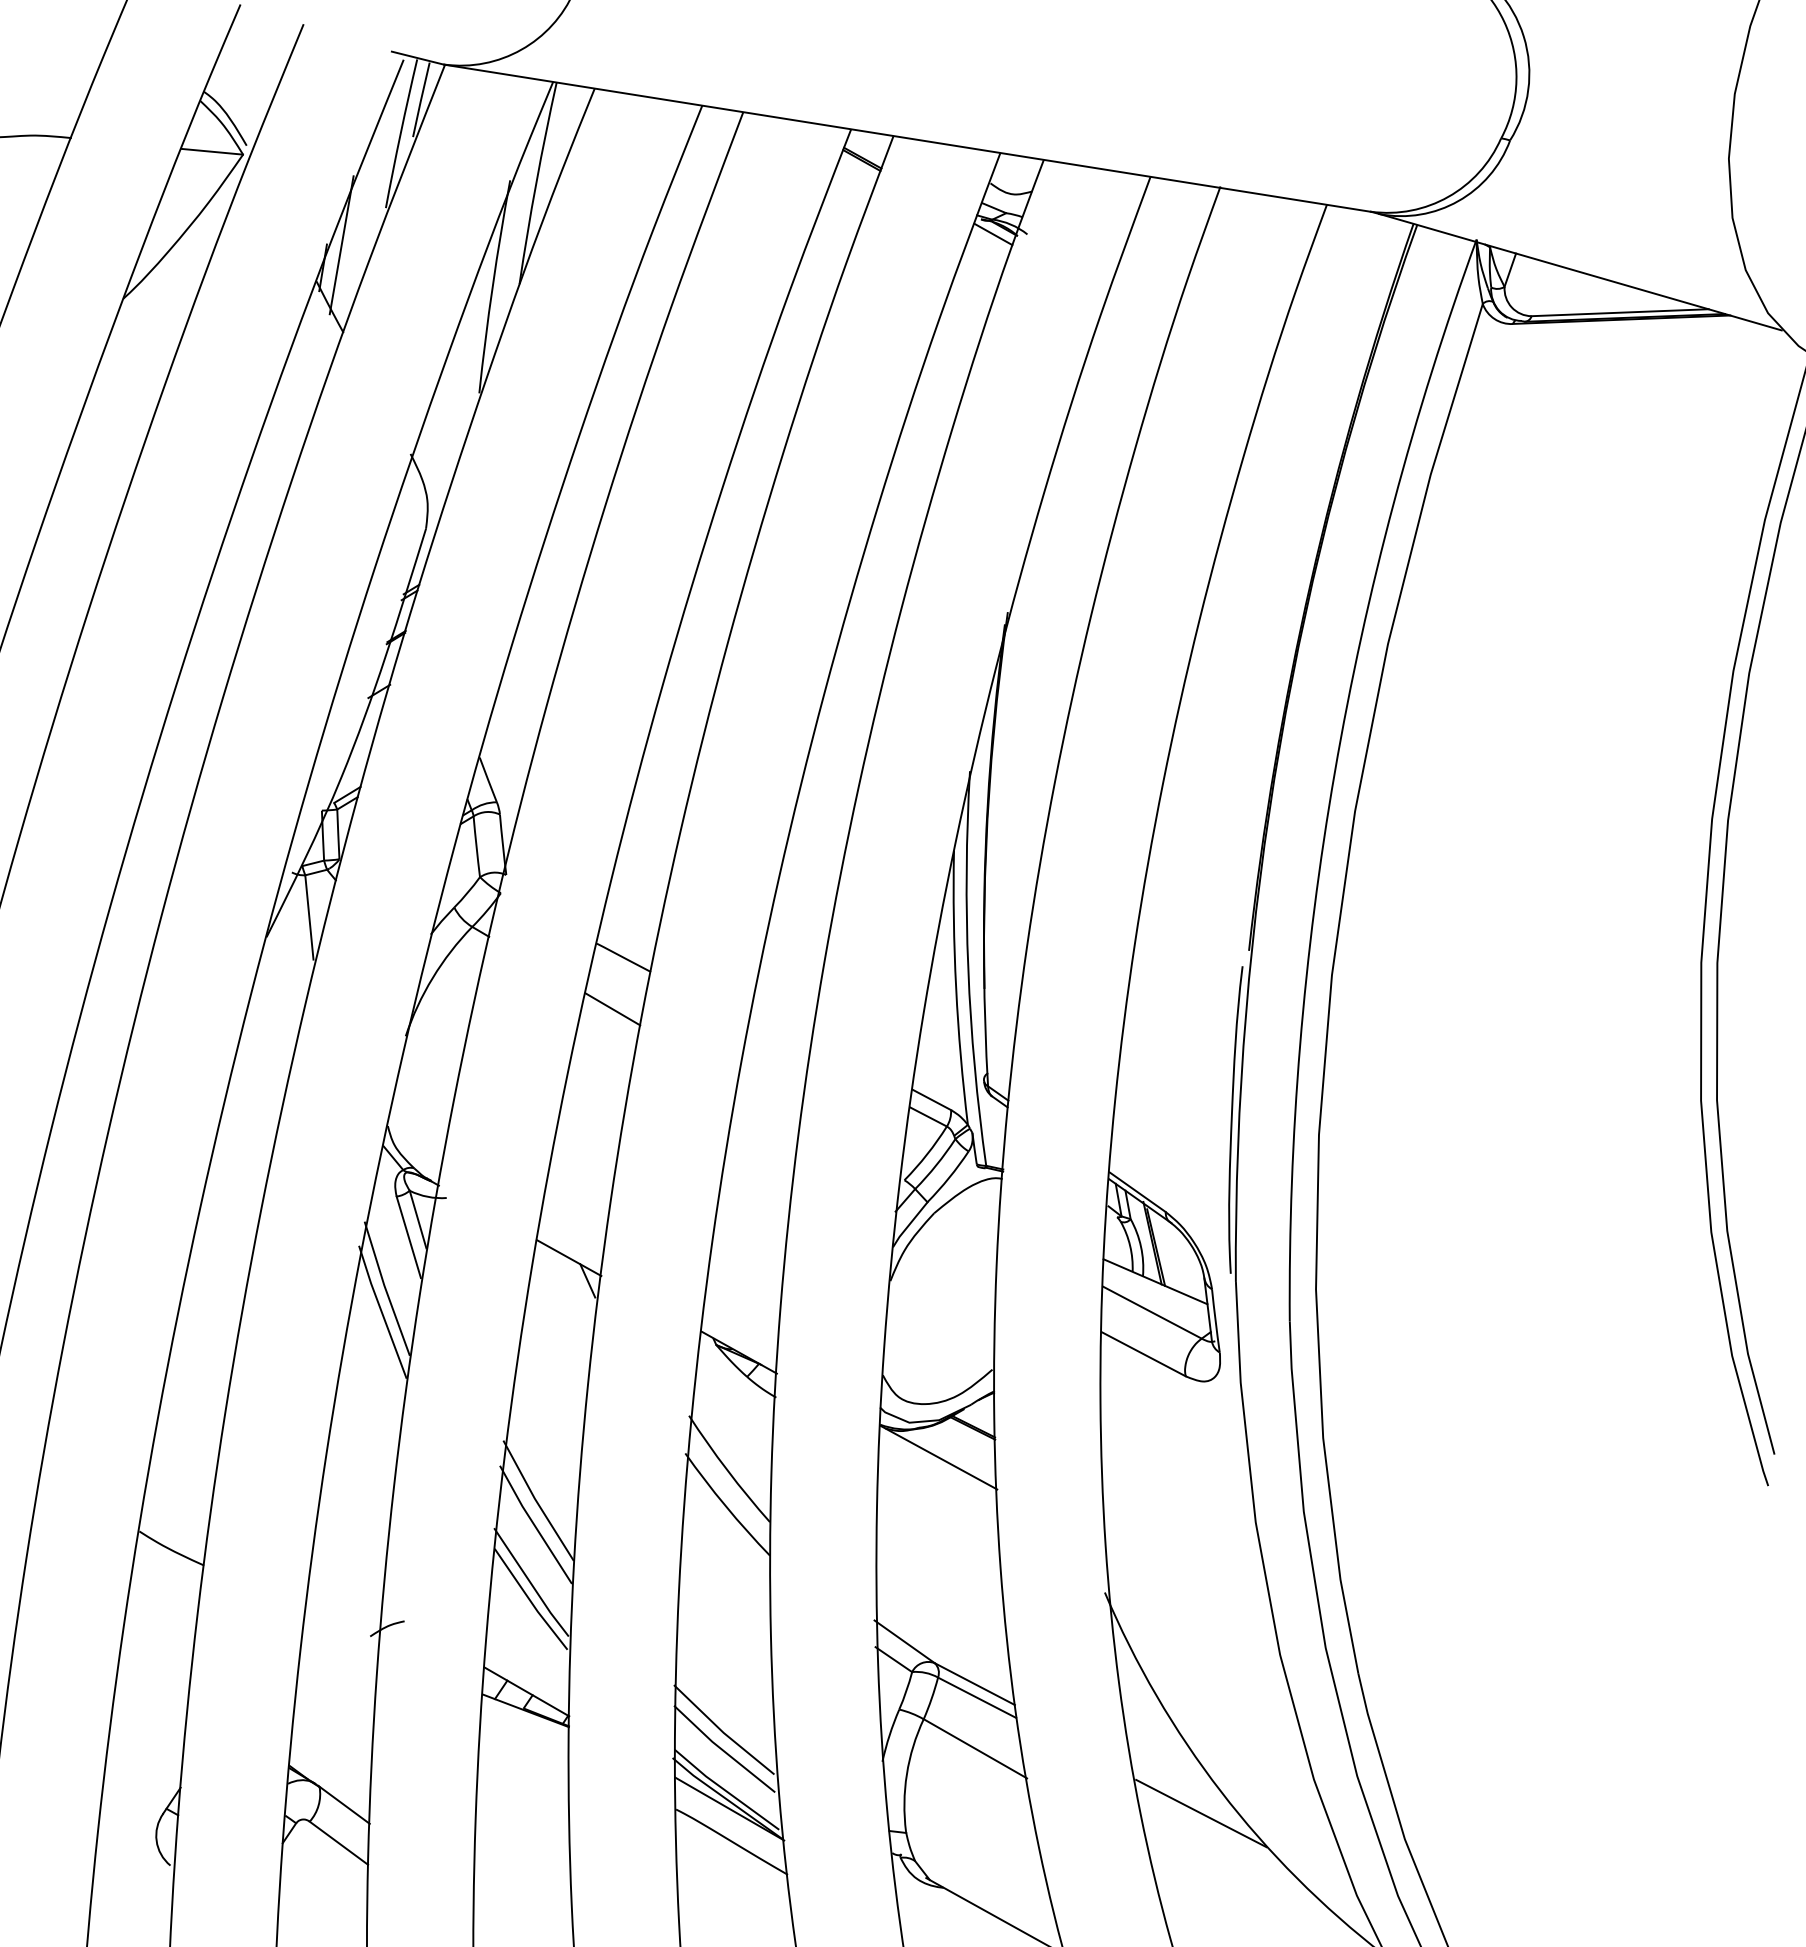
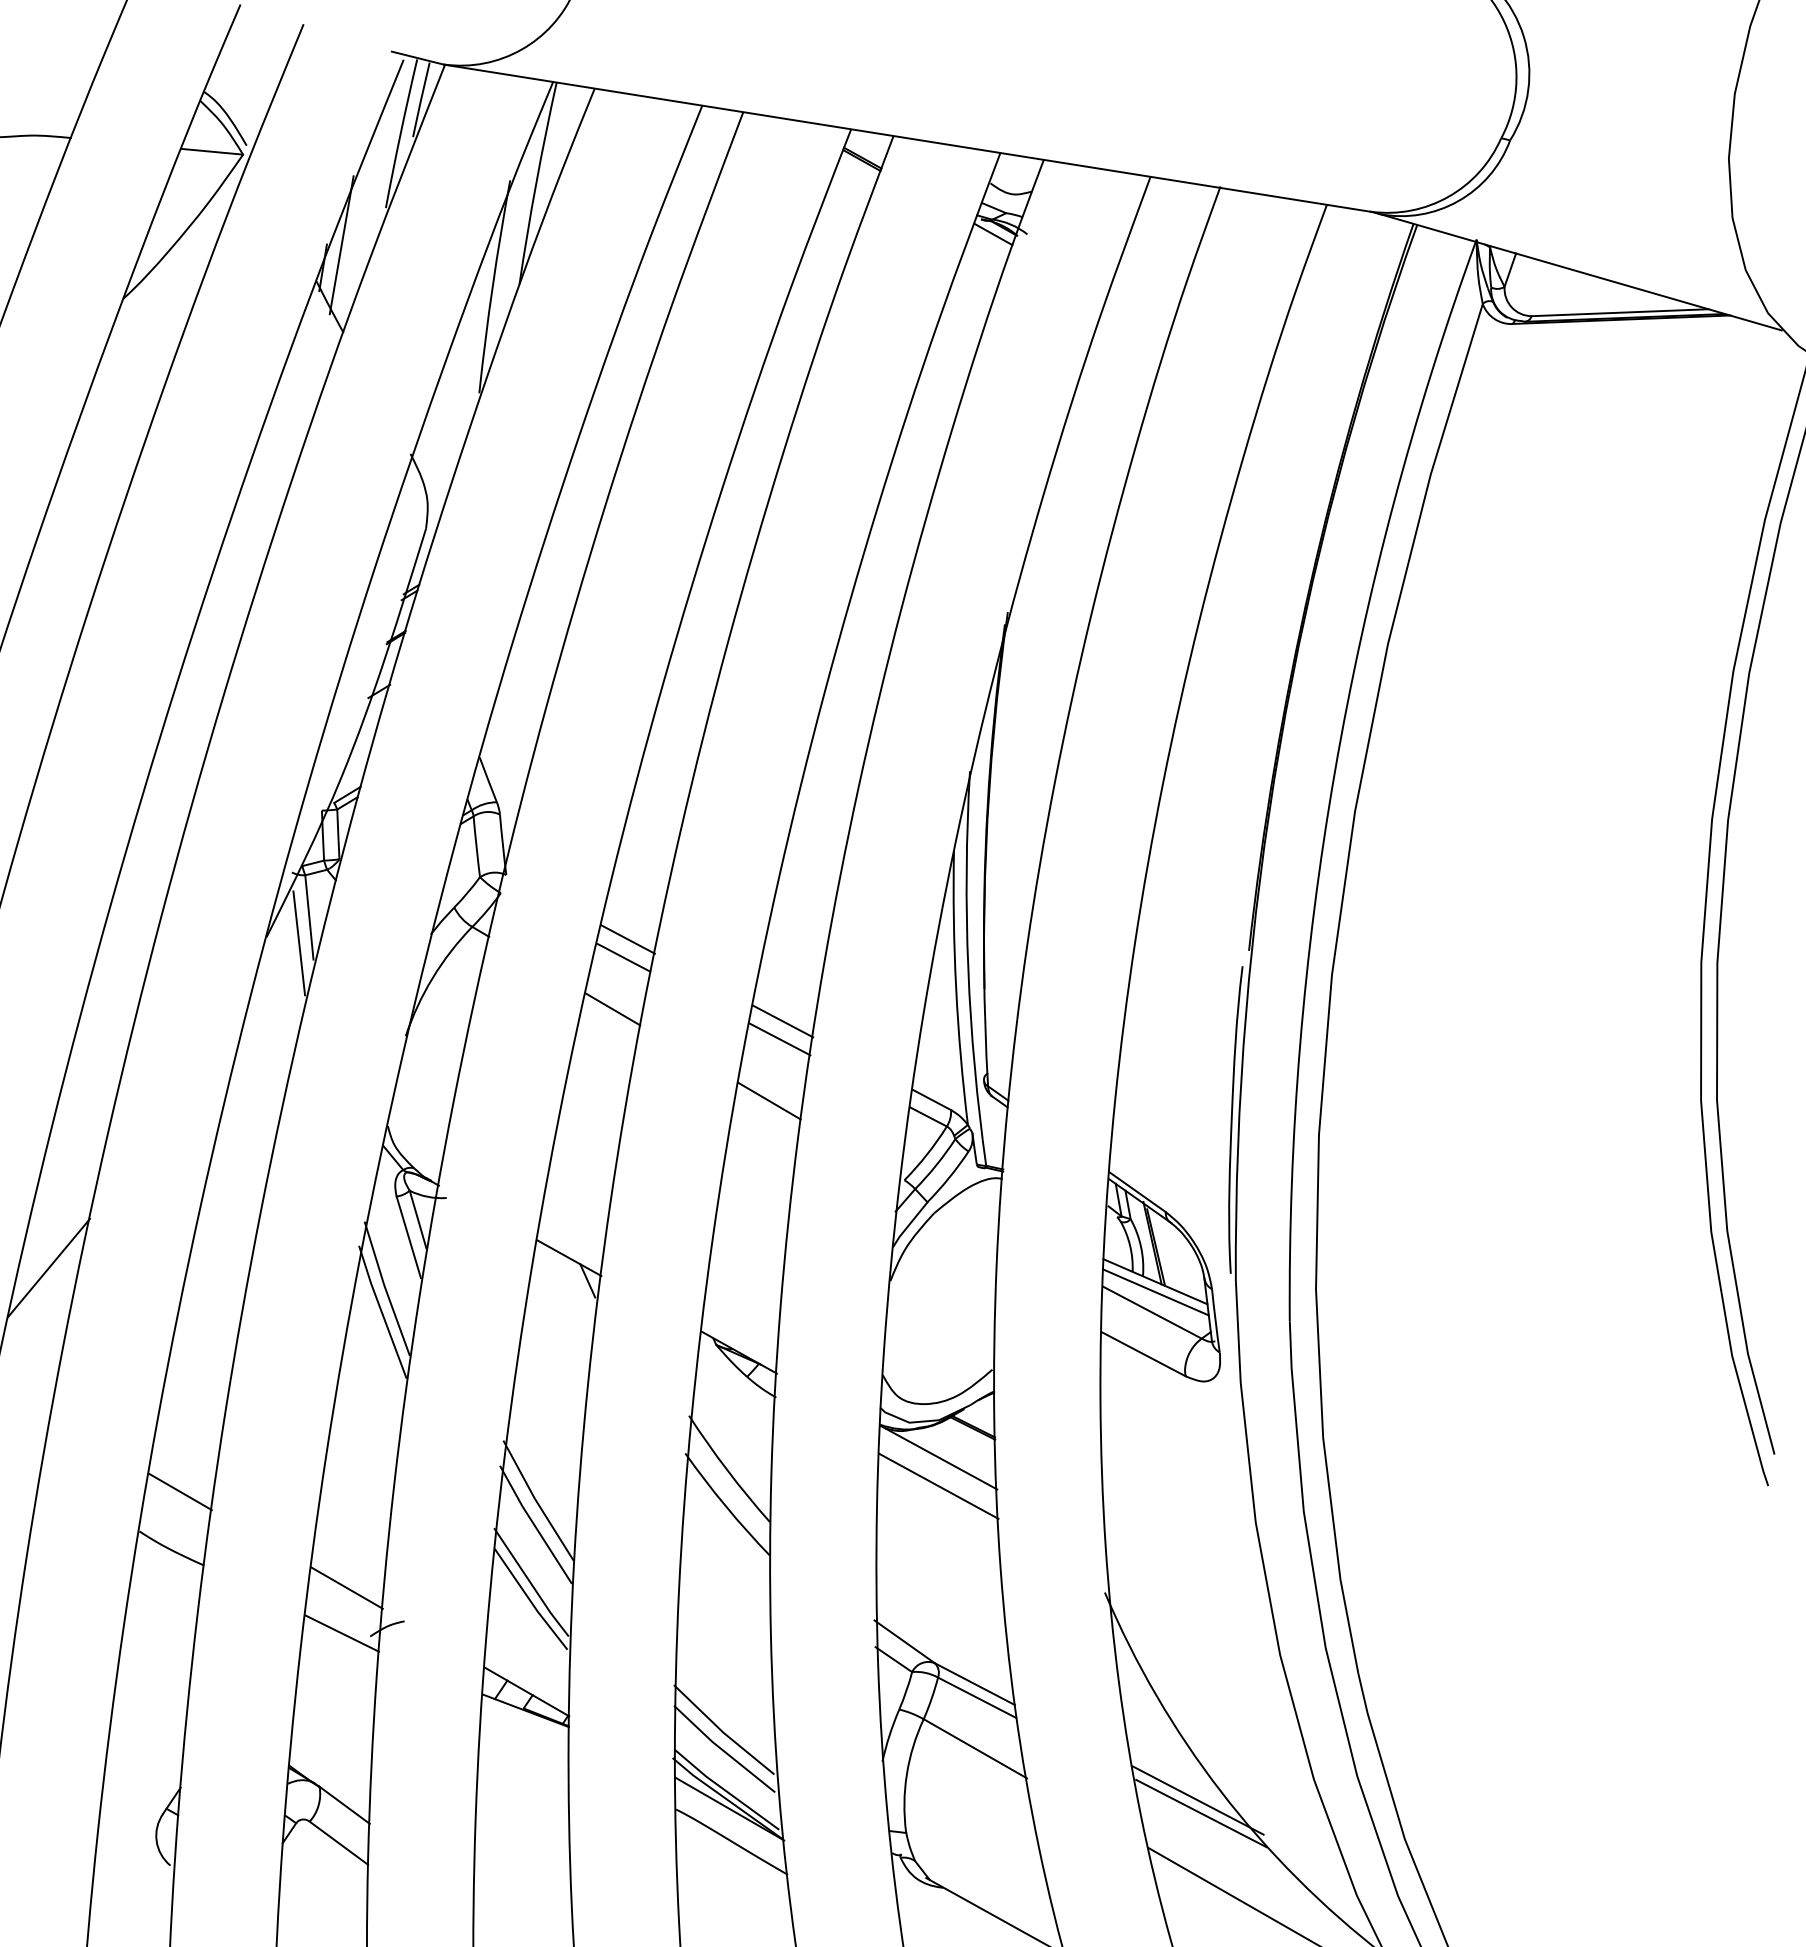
line at (627, 939): none -> present
line at (299, 943): none -> present
line at (782, 1021): none -> present
line at (779, 1039): none -> present
line at (769, 1100): none -> present
line at (48, 1267): none -> present
line at (1155, 1292): none -> present
line at (938, 1485): none -> present
line at (179, 1491): none -> present
line at (346, 1587): none -> present
line at (342, 1633): none -> present
line at (1197, 1800): none -> present
line at (1231, 1895): none -> present
